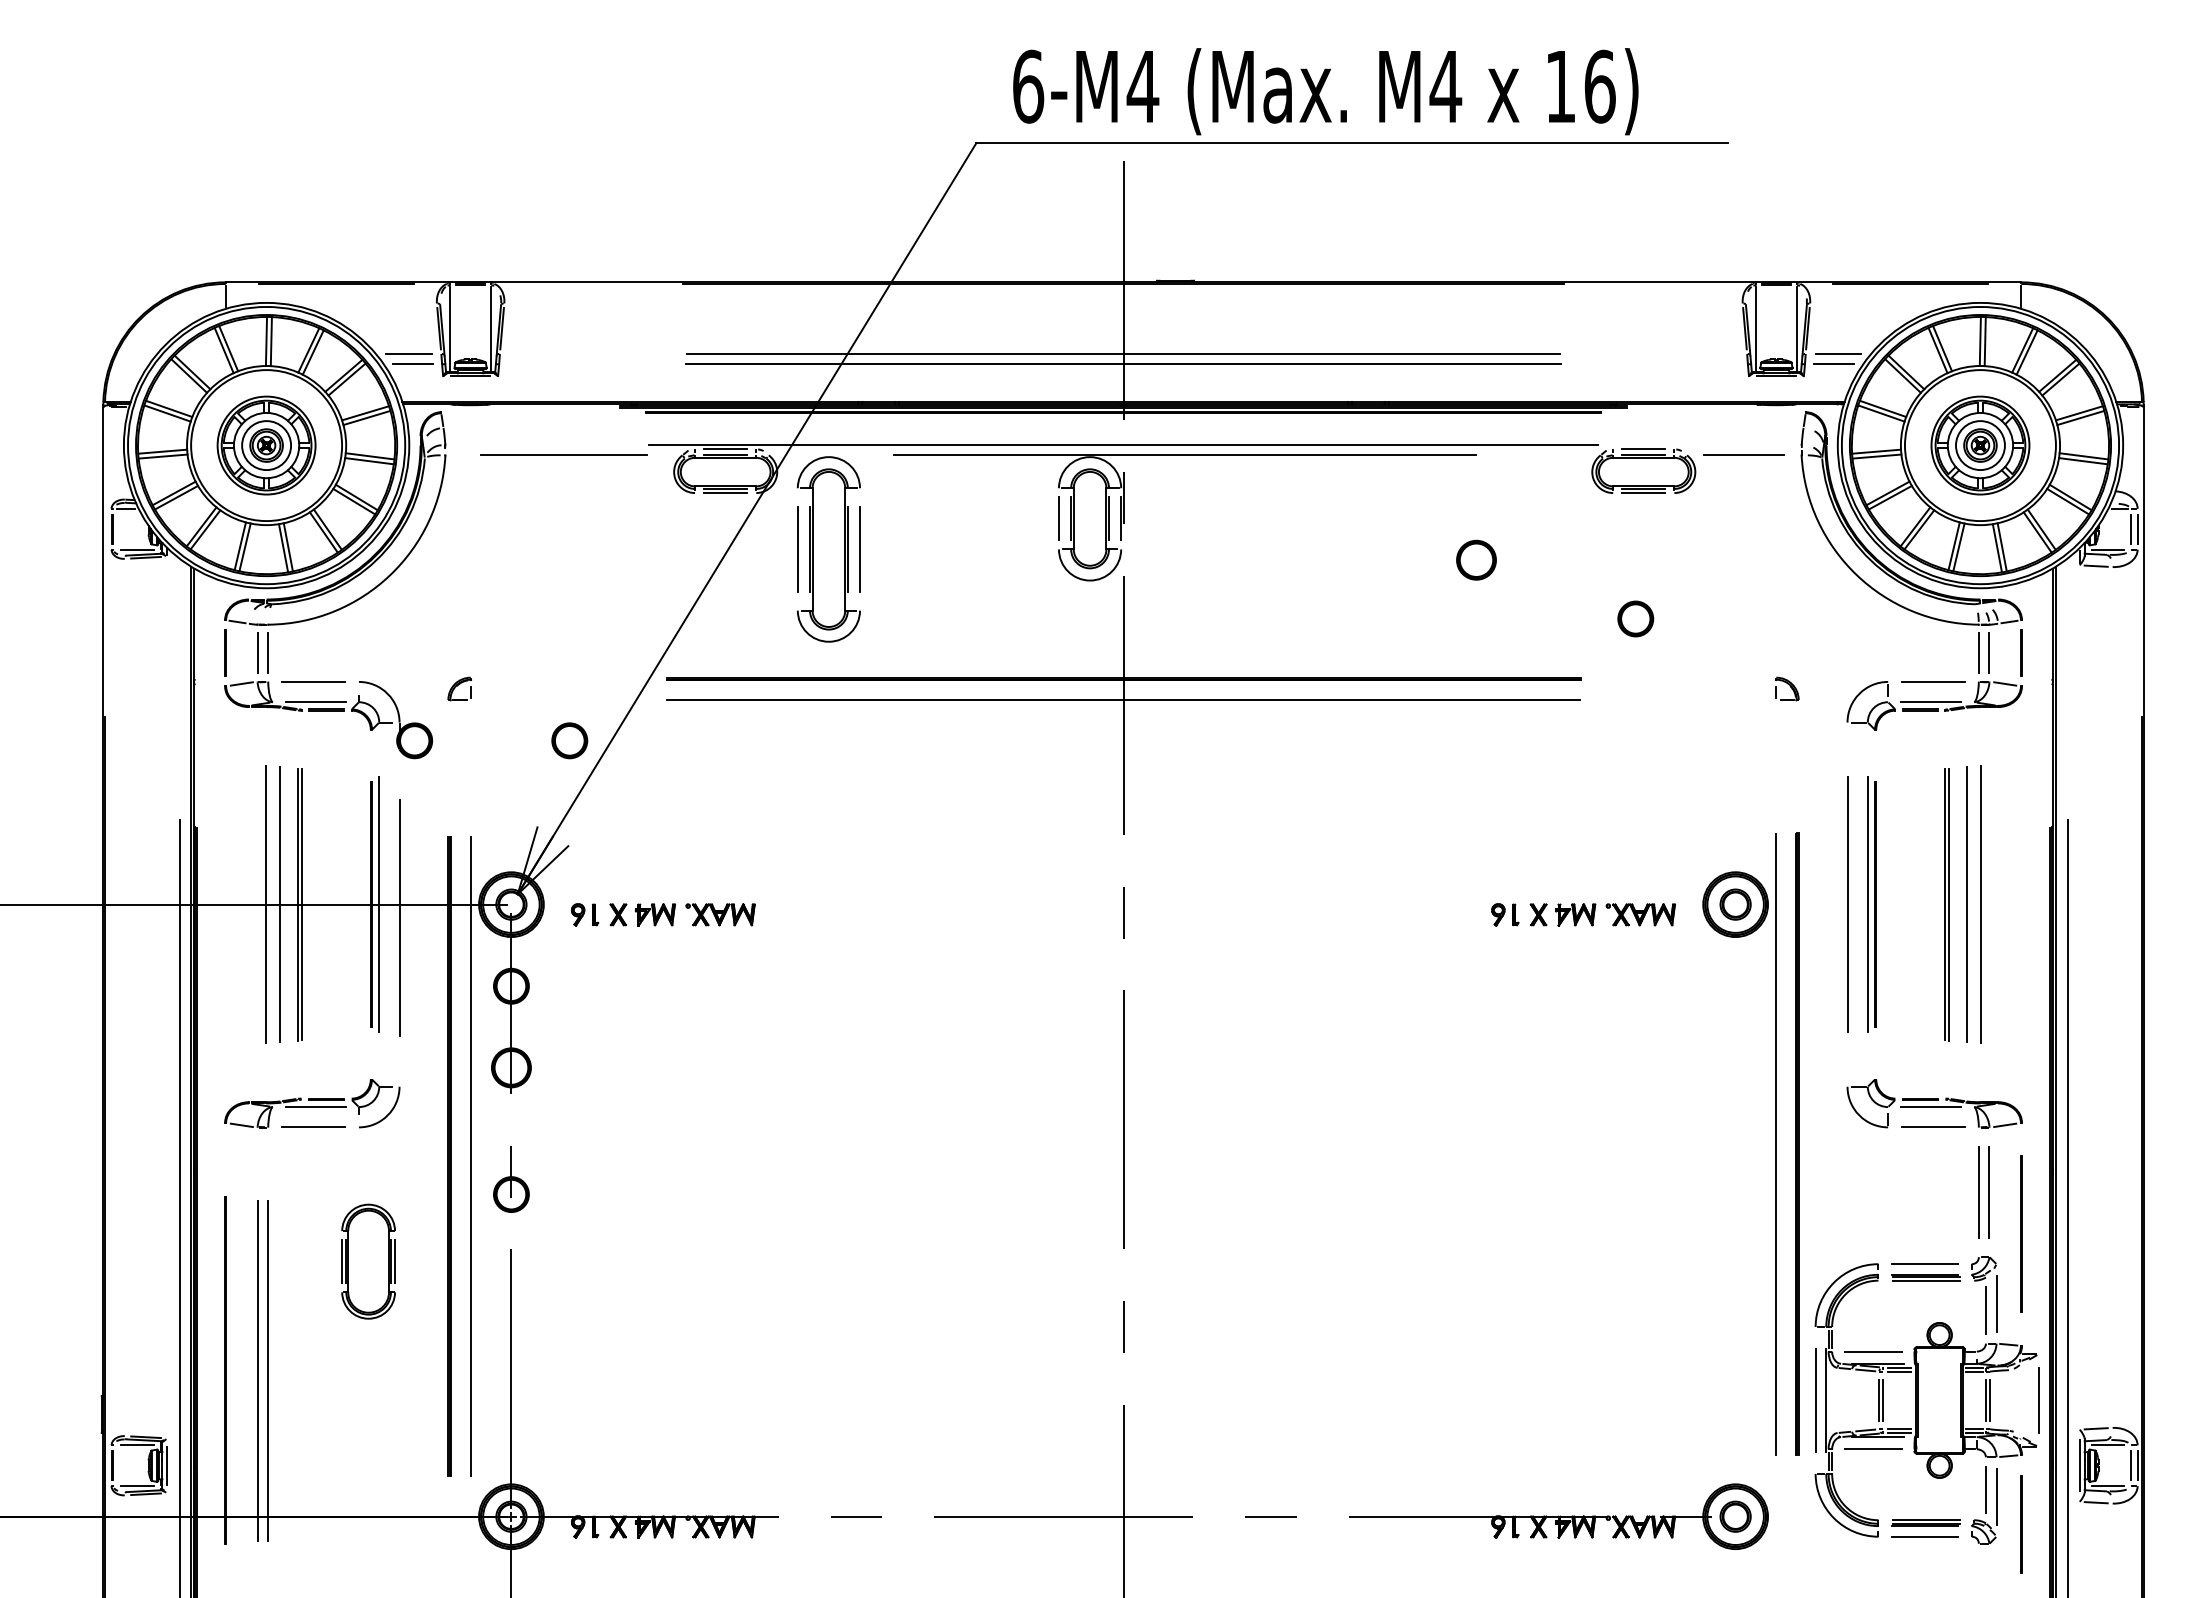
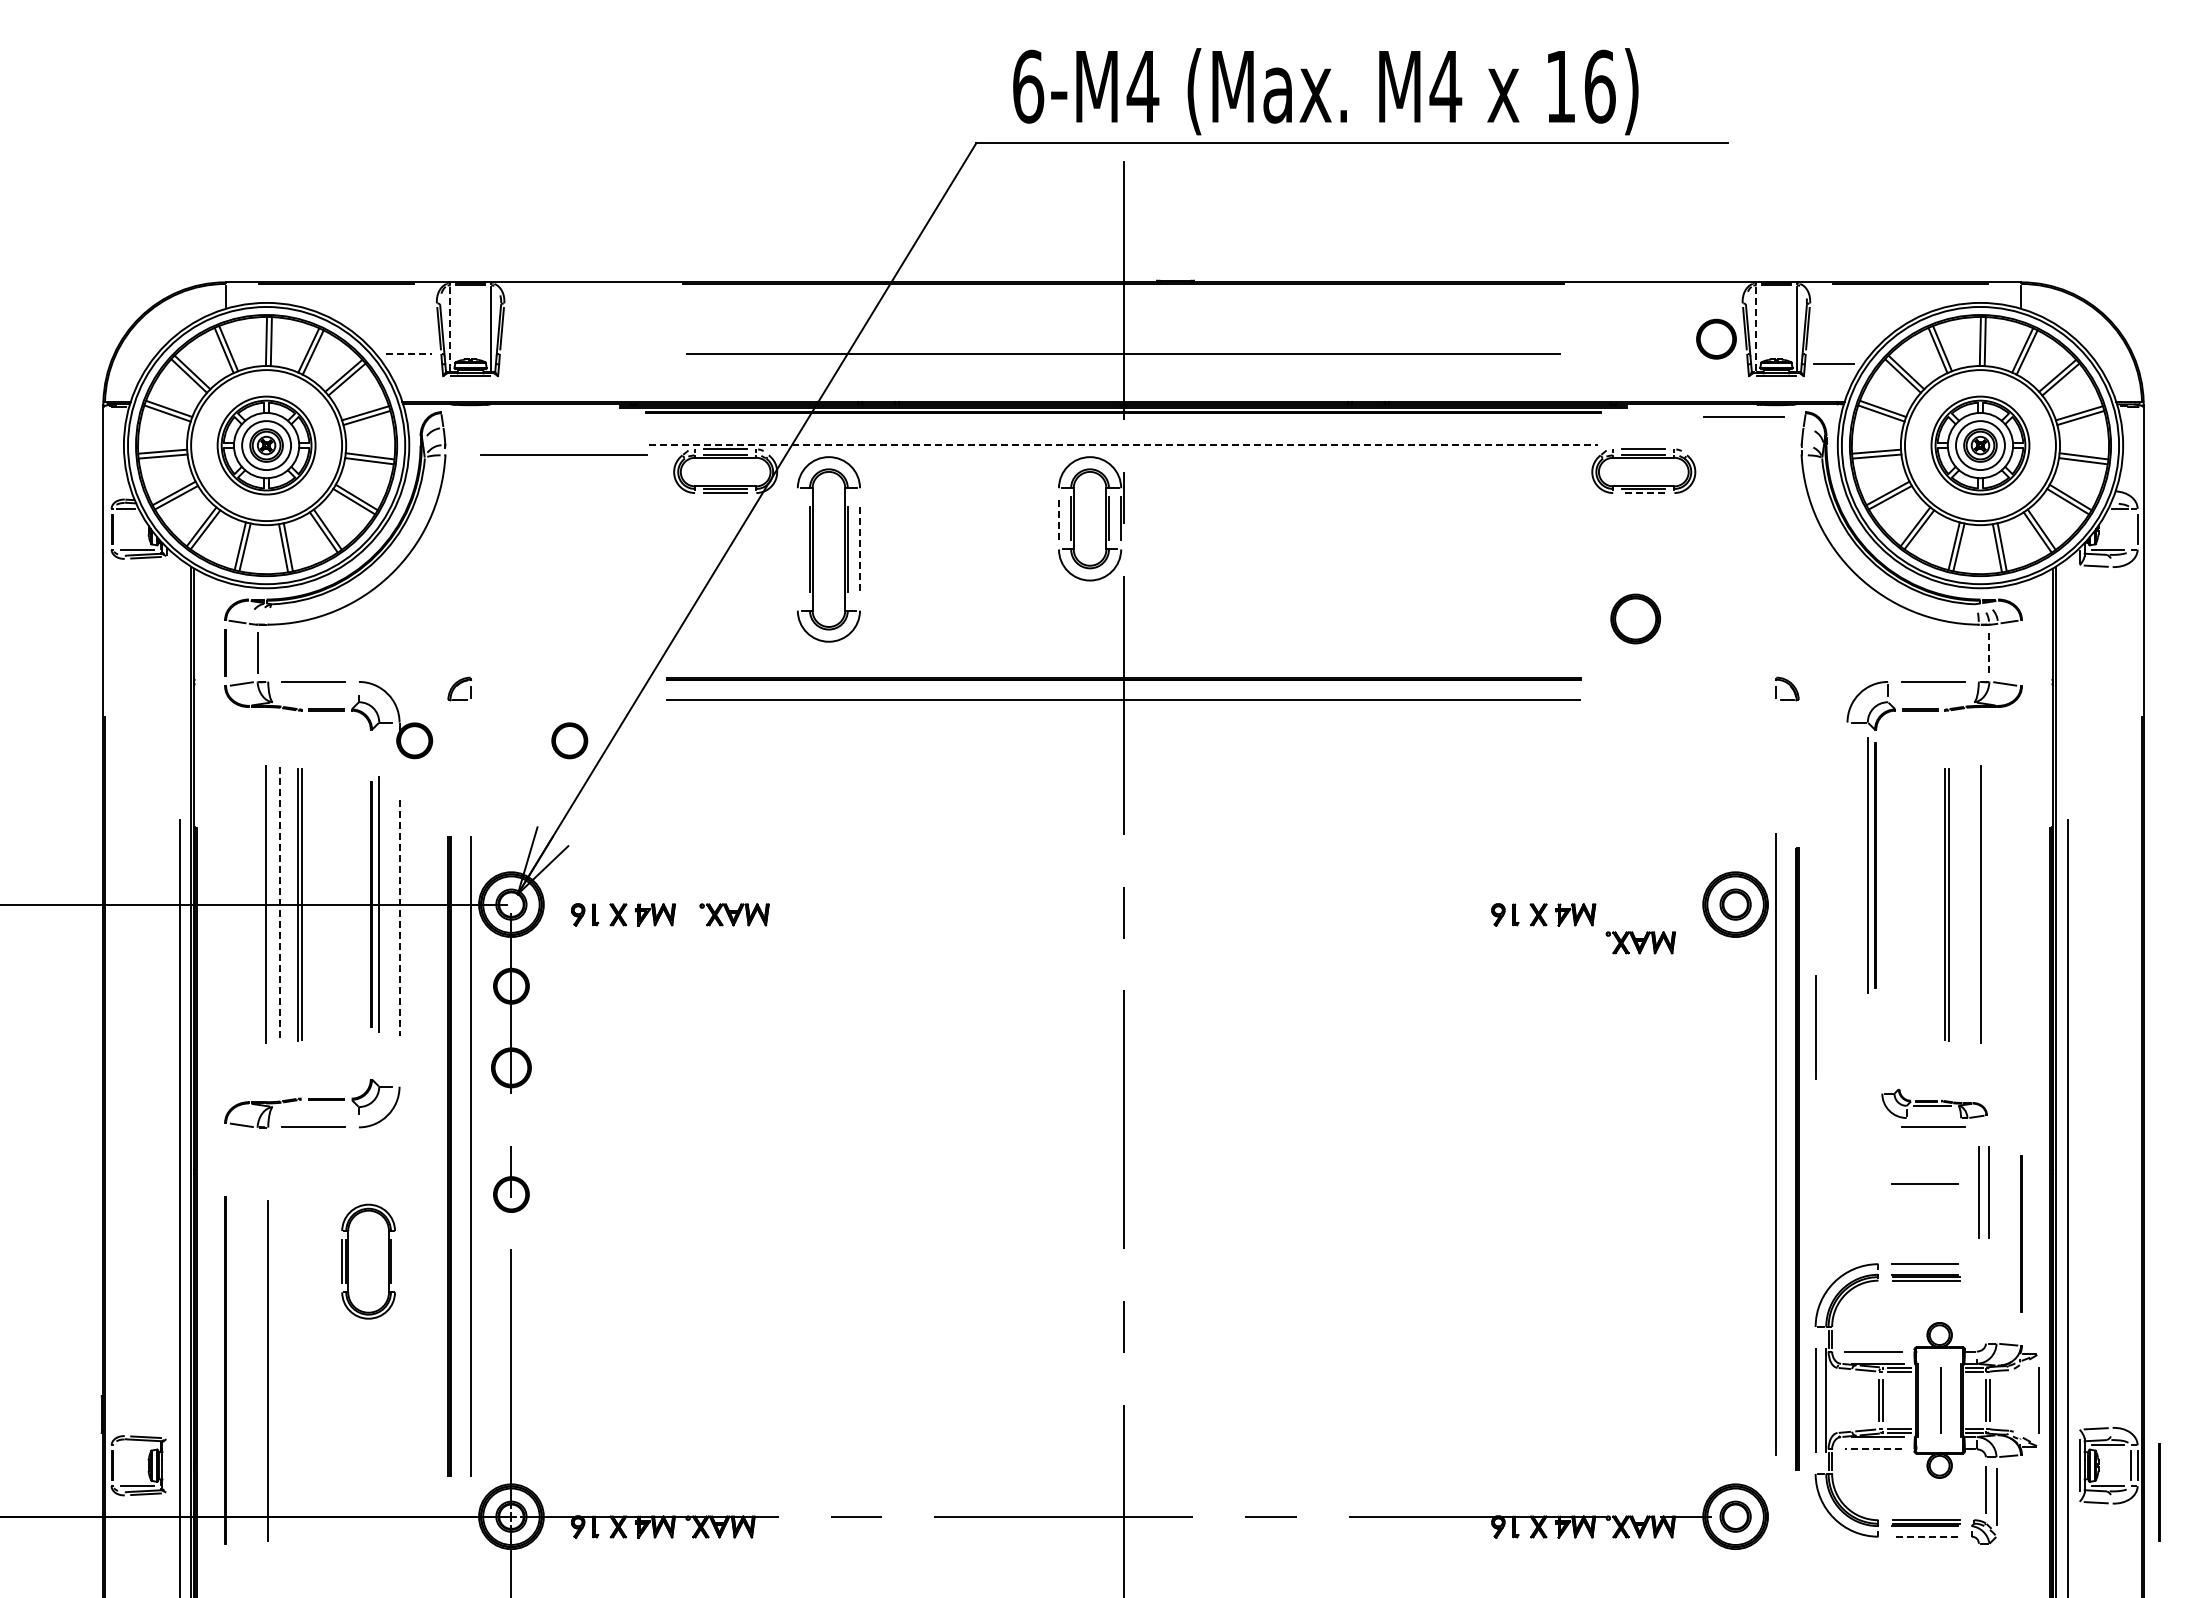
line at (450, 329): solid -> dashed
line at (1756, 329): solid -> dashed
line at (408, 353): solid -> dashed
line at (1838, 353): present -> none
line at (412, 364): present -> none
line at (1123, 364): present -> none
line at (1123, 444): solid -> dashed
line at (1743, 454) position: (1743, 454) -> (1743, 416)
line at (1184, 455): present -> none
line at (1643, 493): solid -> dashed
line at (1058, 518): solid -> dashed
line at (2130, 528): present -> none
line at (797, 549): present -> none
line at (860, 549): solid -> dashed
part at (1476, 559) position: (1476, 559) -> (1716, 338)
part at (1635, 618) size: 38x38 px -> 51x52 px
line at (2021, 652): present -> none
line at (268, 653): present -> none
line at (1978, 653): present -> none
line at (1989, 653): solid -> dashed
line at (315, 702): present -> none
line at (1931, 702): present -> none
line at (280, 904): solid -> dashed
line at (1847, 904): present -> none
part at (1871, 904) position: (1871, 904) -> (1871, 865)
line at (1966, 904): present -> none
part at (720, 914) position: (720, 914) -> (734, 914)
part at (1640, 914) position: (1640, 914) -> (1640, 942)
line at (399, 918): solid -> dashed
line at (1815, 1027): none -> present
part at (1934, 1103) size: 177x50 px -> 107x31 px
line at (315, 1107): present -> none
line at (1797, 1143) position: (1797, 1143) -> (1797, 1158)
line at (1924, 1183): none -> present
line at (395, 1261): present -> none
part at (1984, 1295): present -> none
line at (257, 1370): present -> none
line at (1940, 1400): none -> present
line at (137, 1445): present -> none
line at (1873, 1449): solid -> dashed
line at (167, 1465): present -> none
line at (2021, 1524) position: (2021, 1524) -> (2159, 1492)
line at (1925, 1536): solid -> dashed
